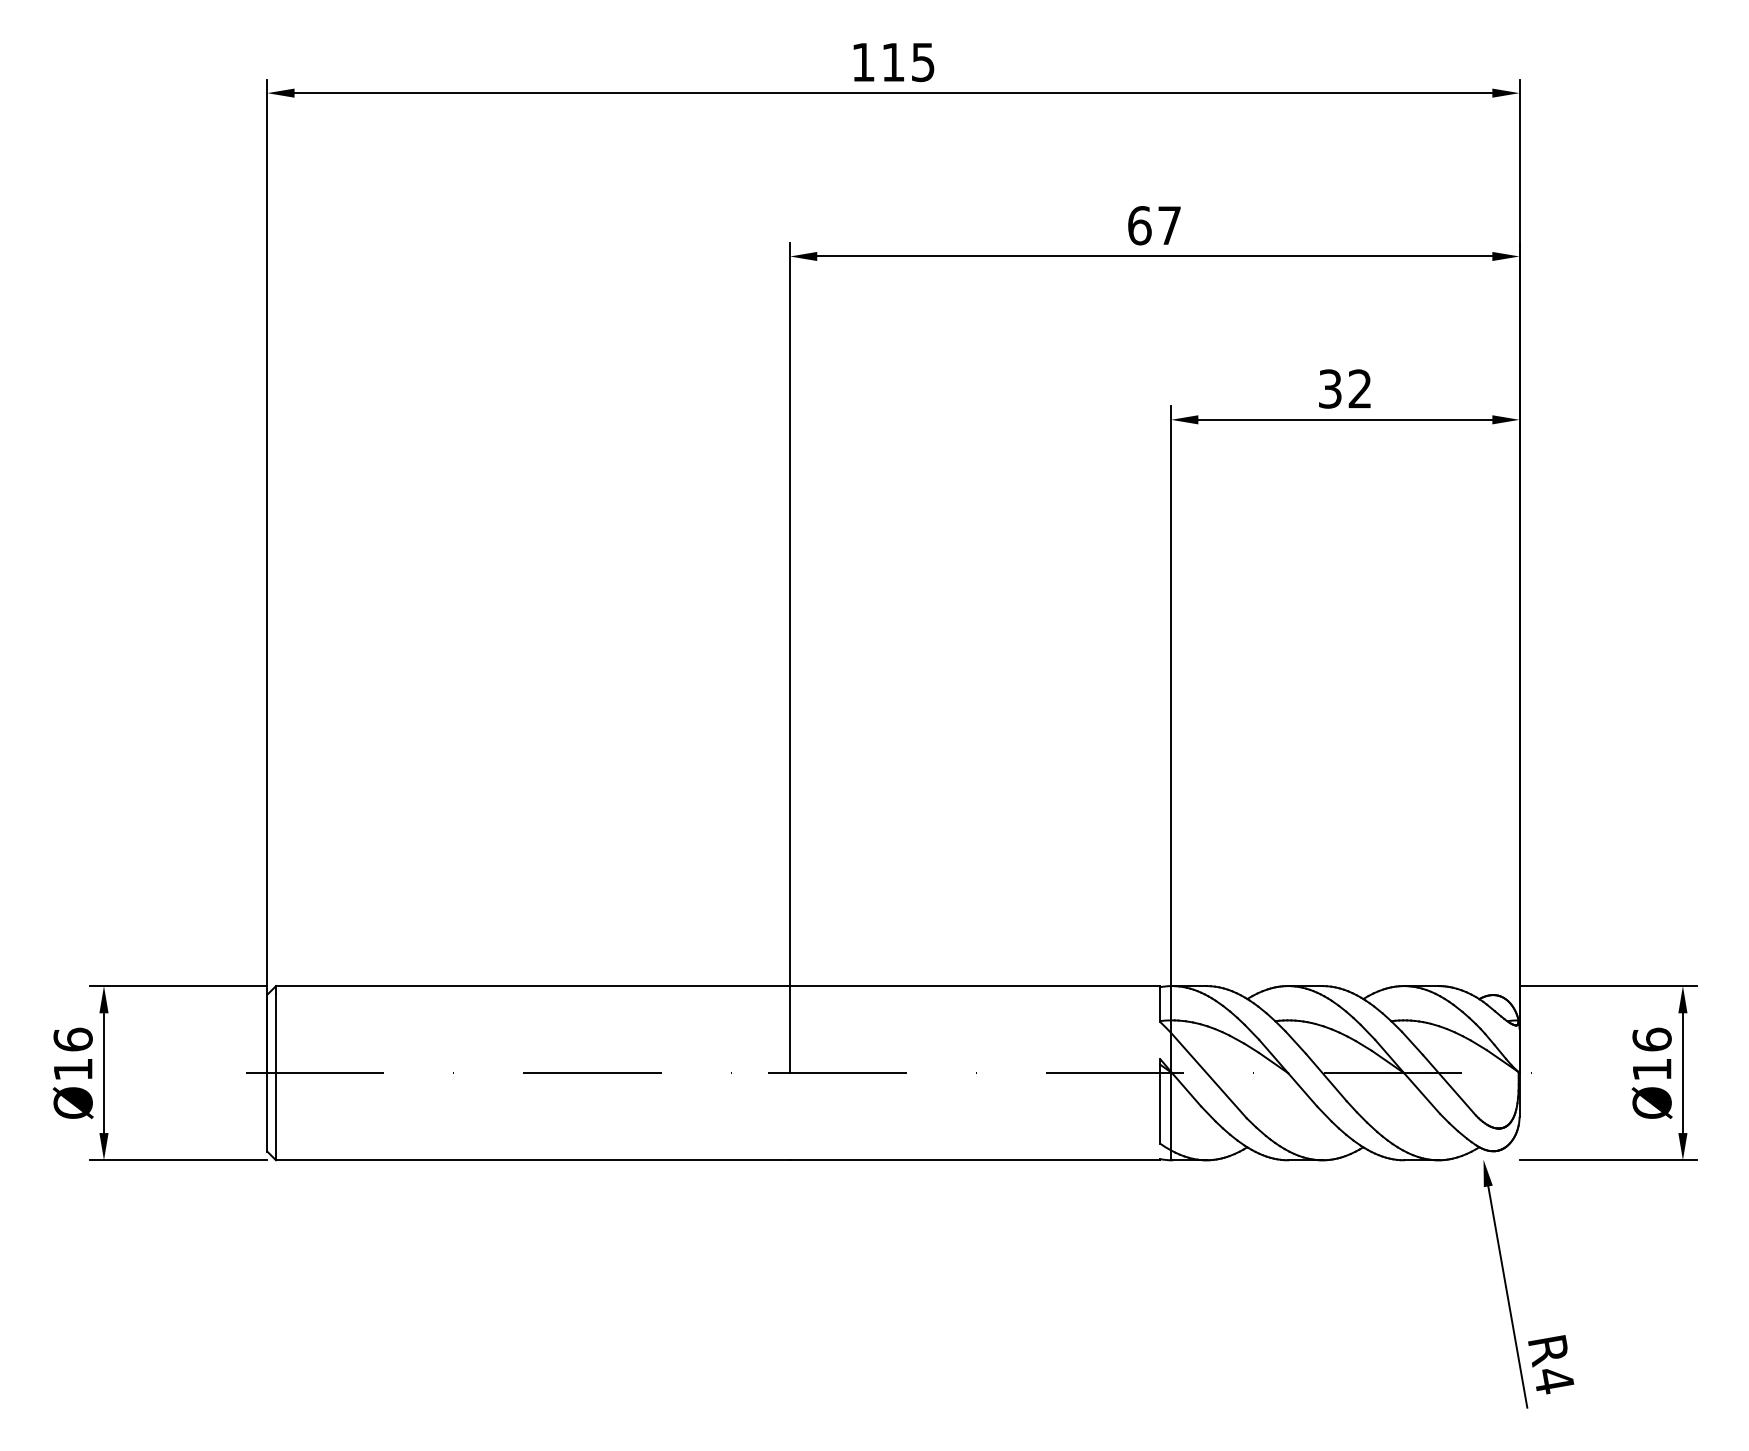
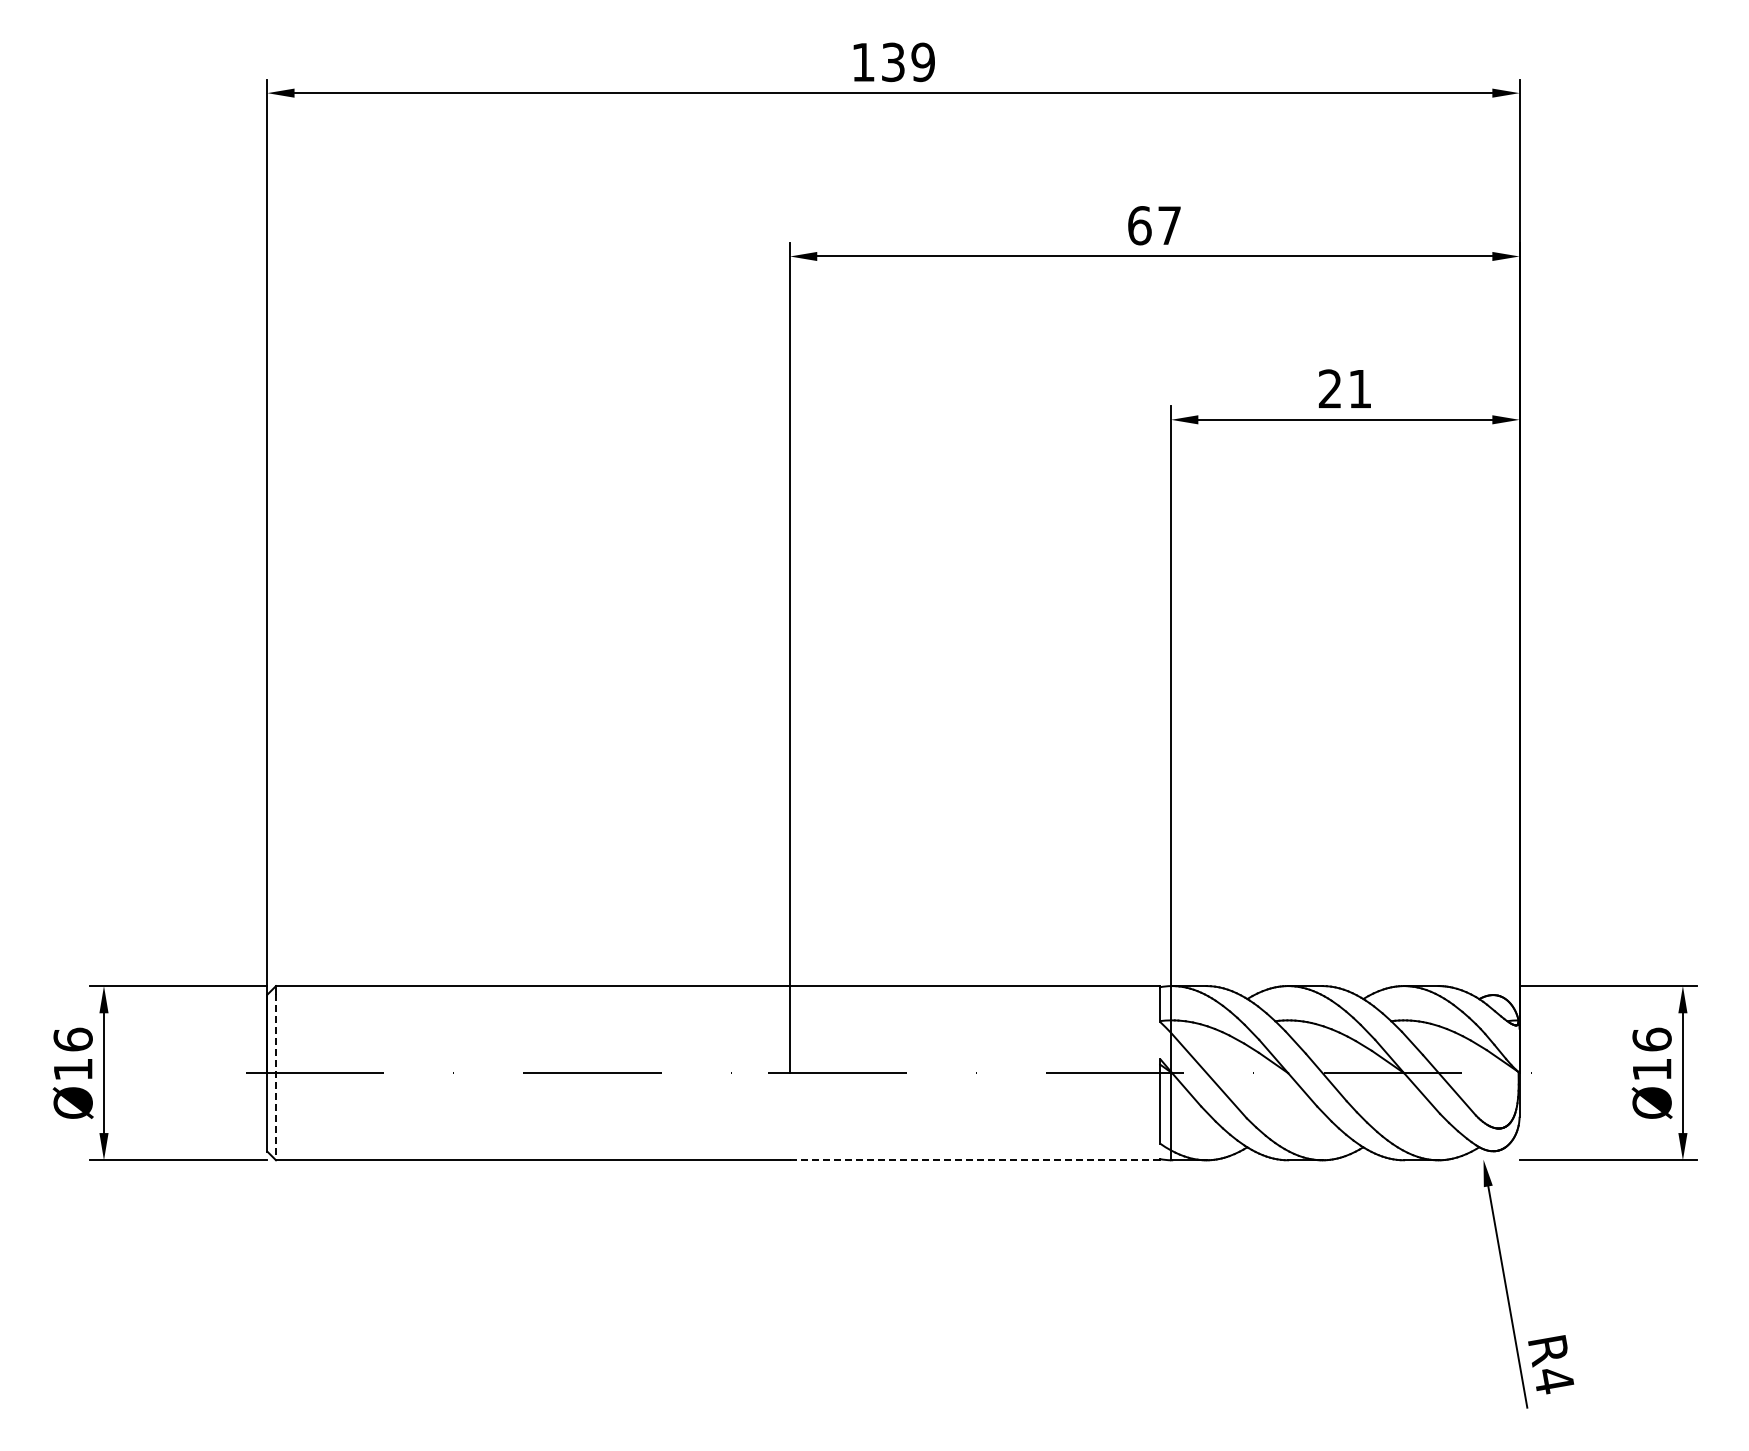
text at (908, 62): 115 -> 139
text at (1344, 388): 32 -> 21
line at (276, 1077): solid -> dashed
line at (975, 1160): solid -> dashed
